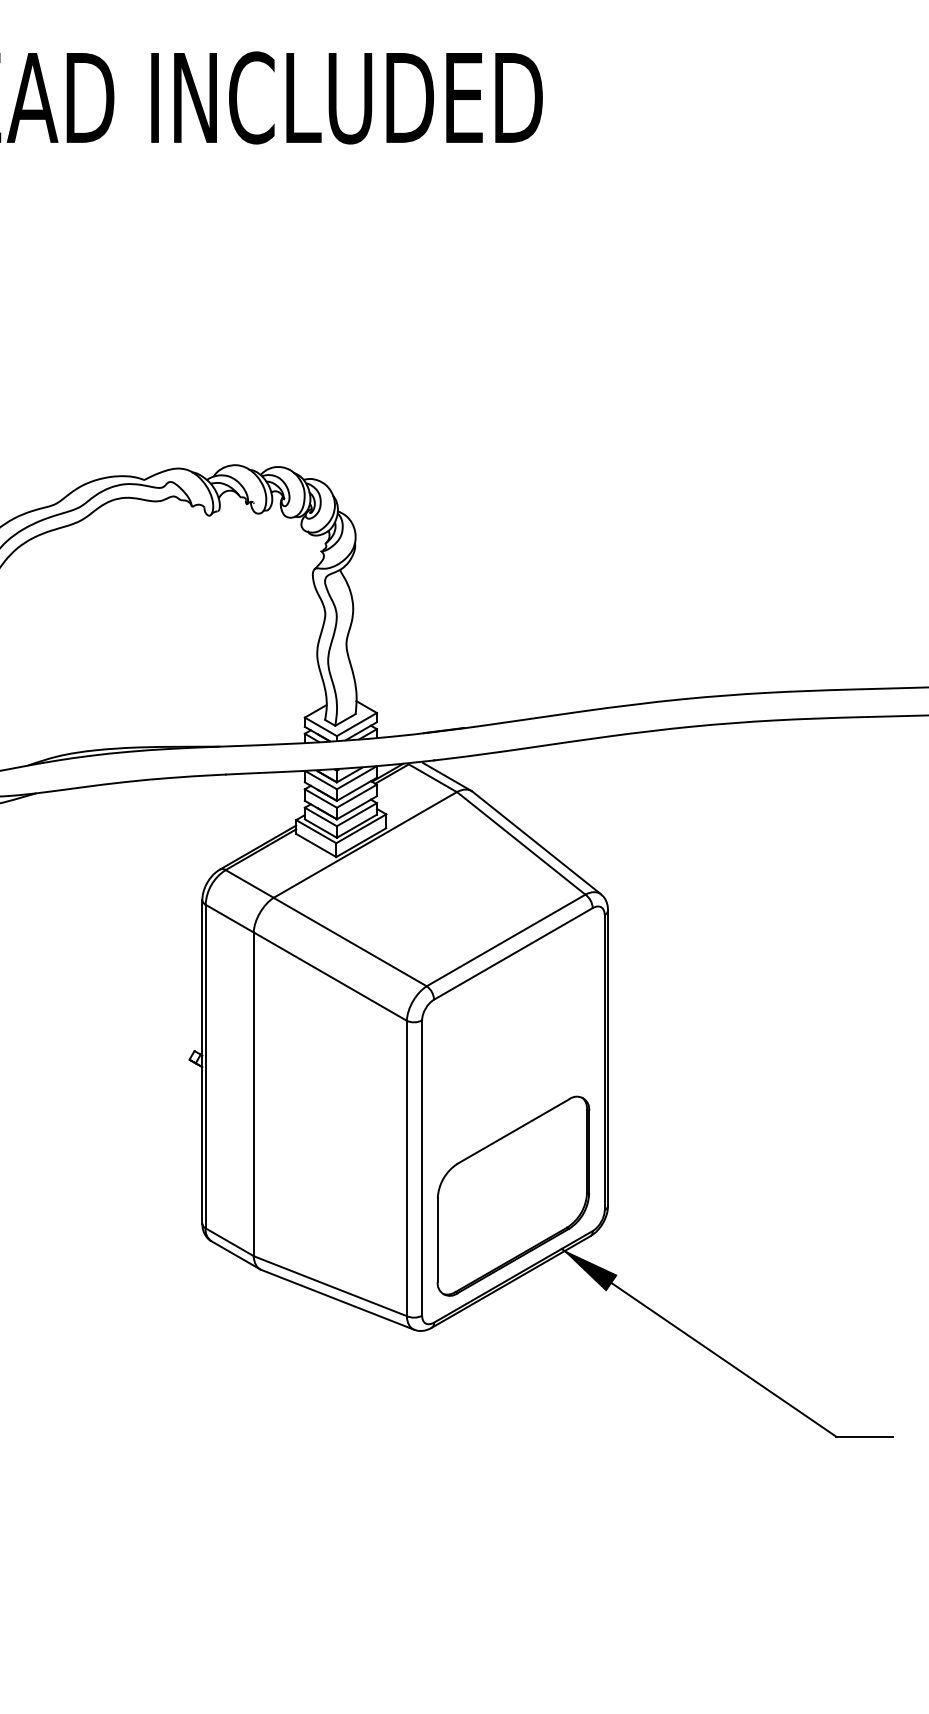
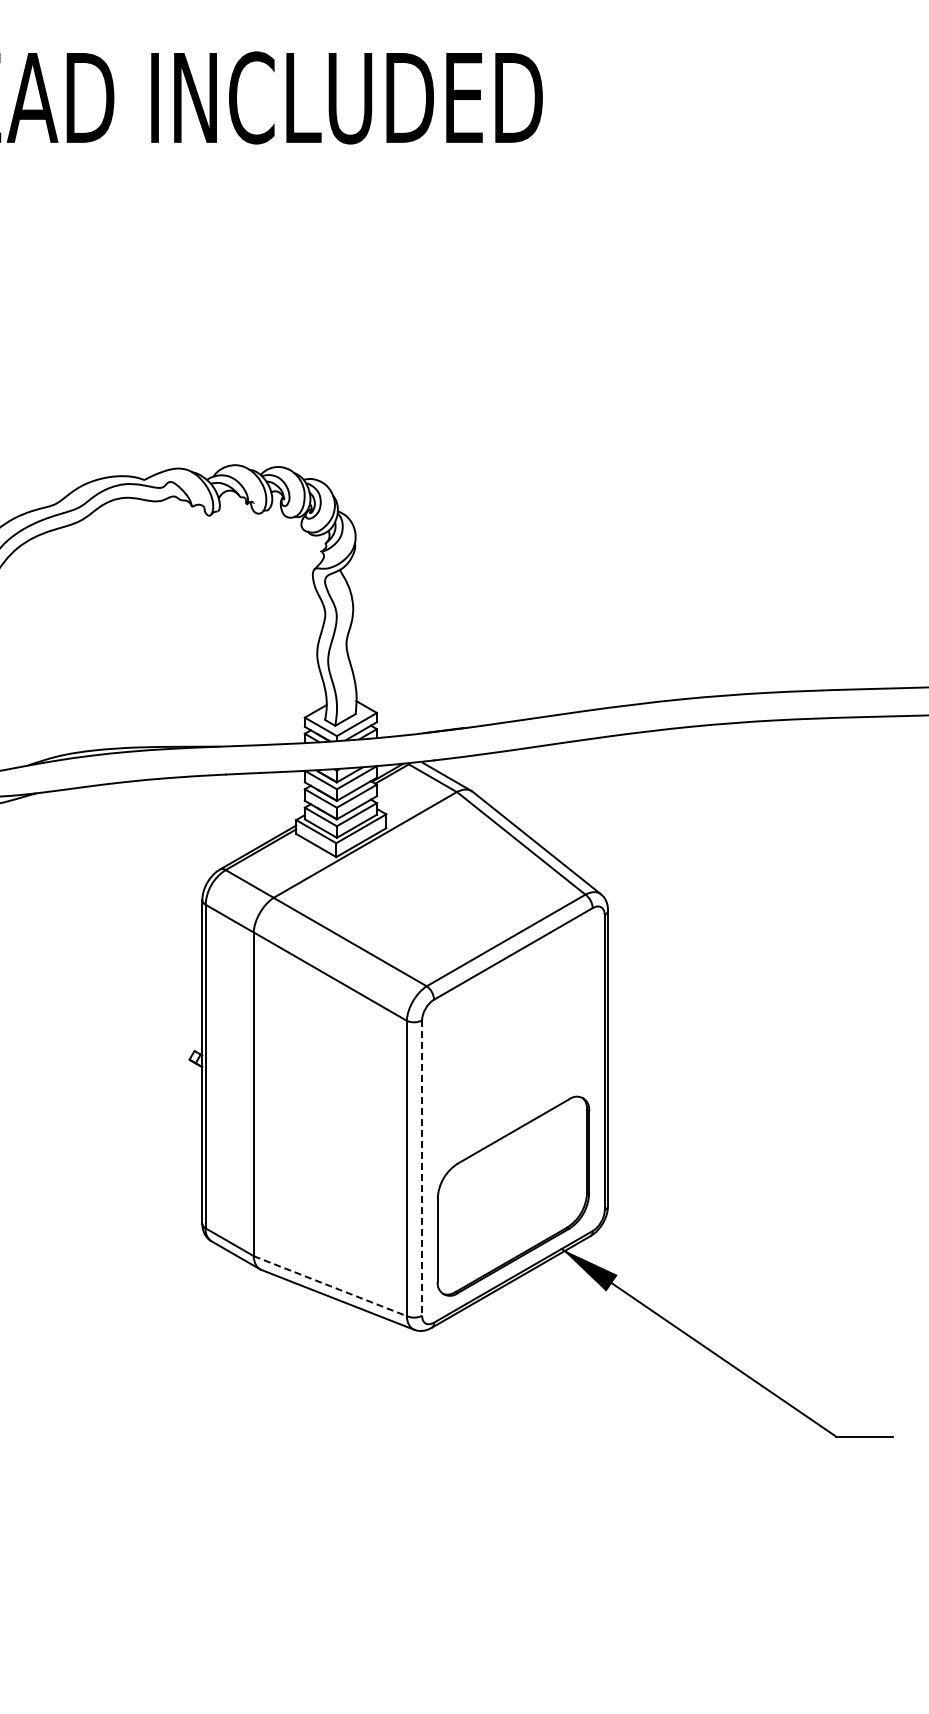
line at (422, 1168): solid -> dashed
line at (330, 1286): solid -> dashed
